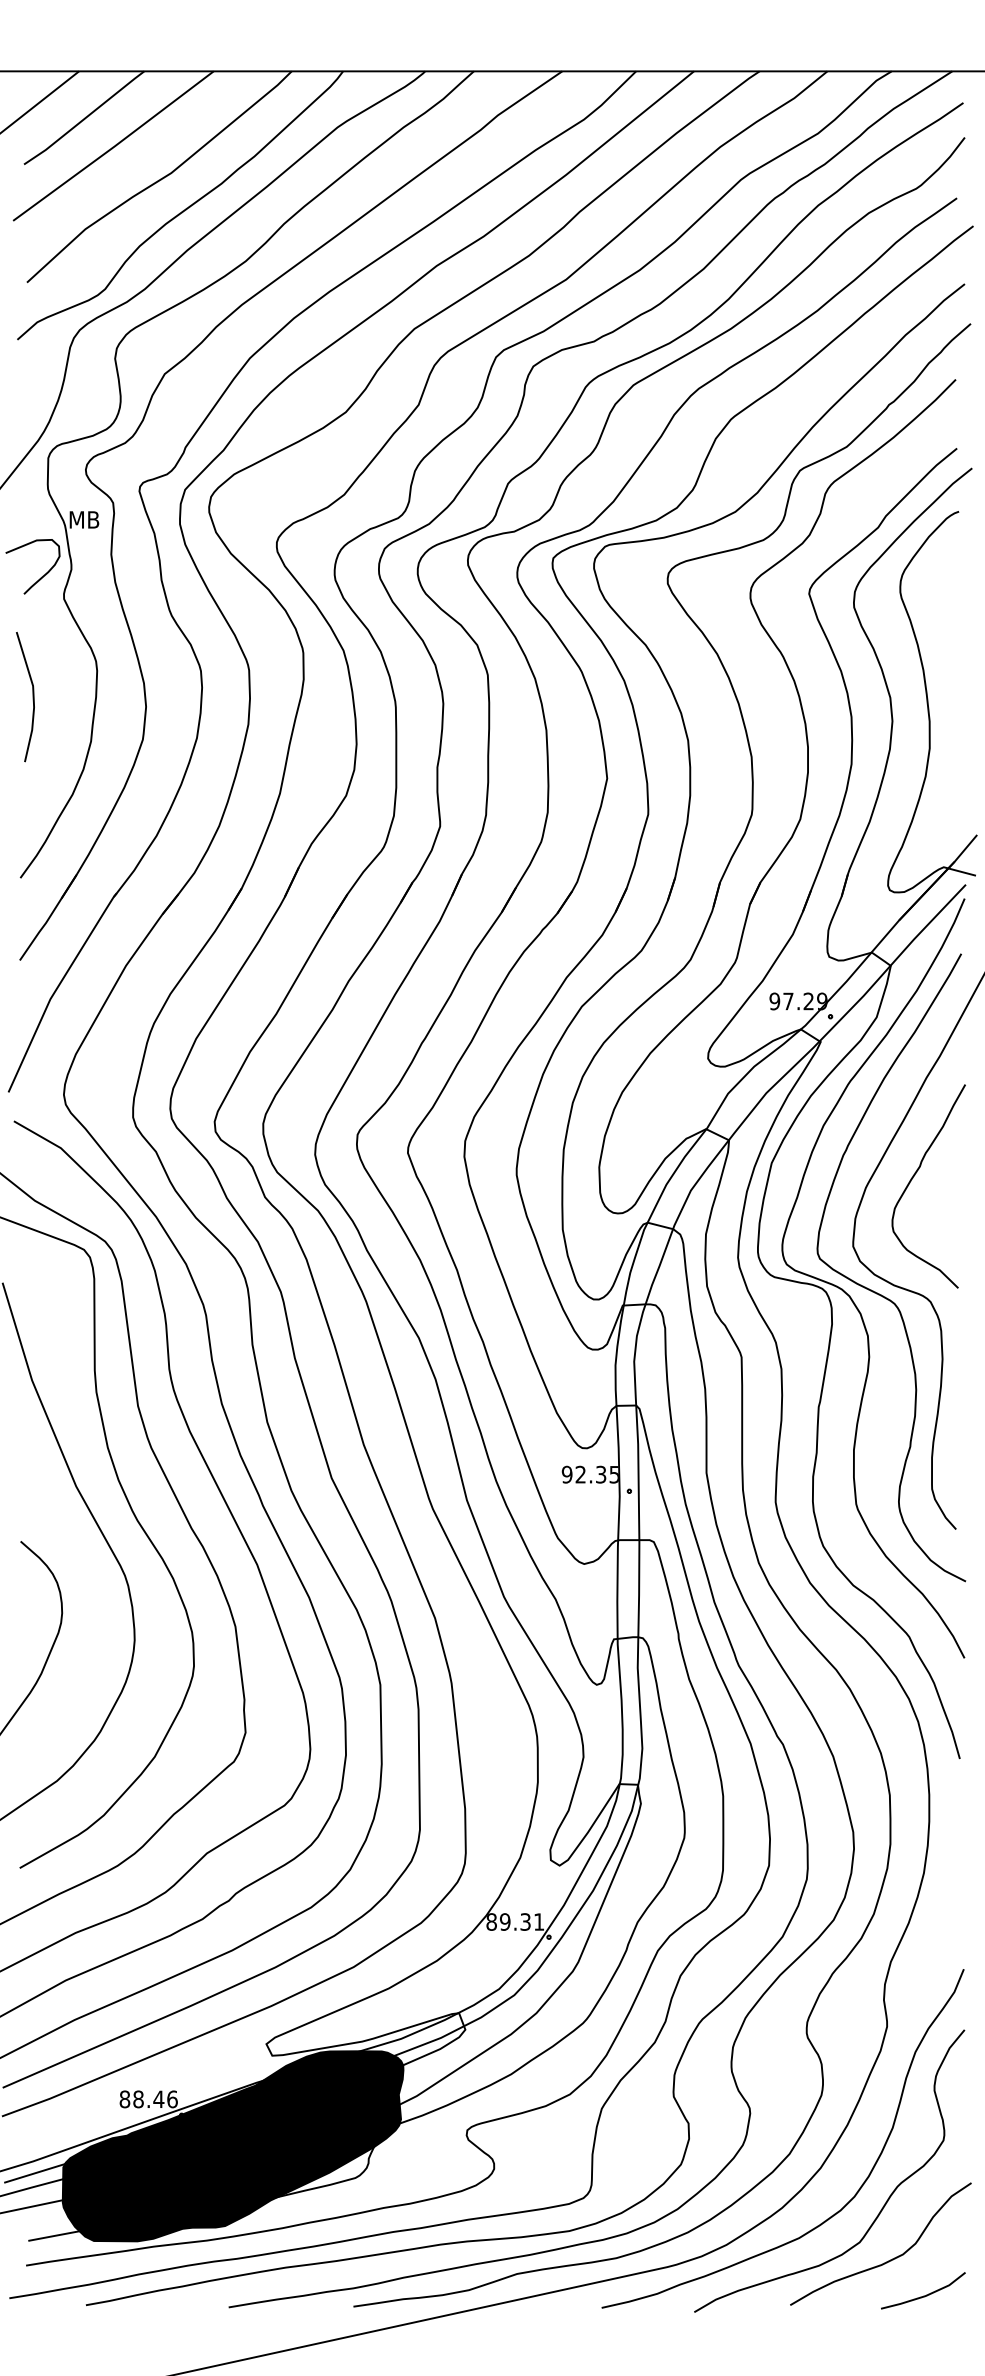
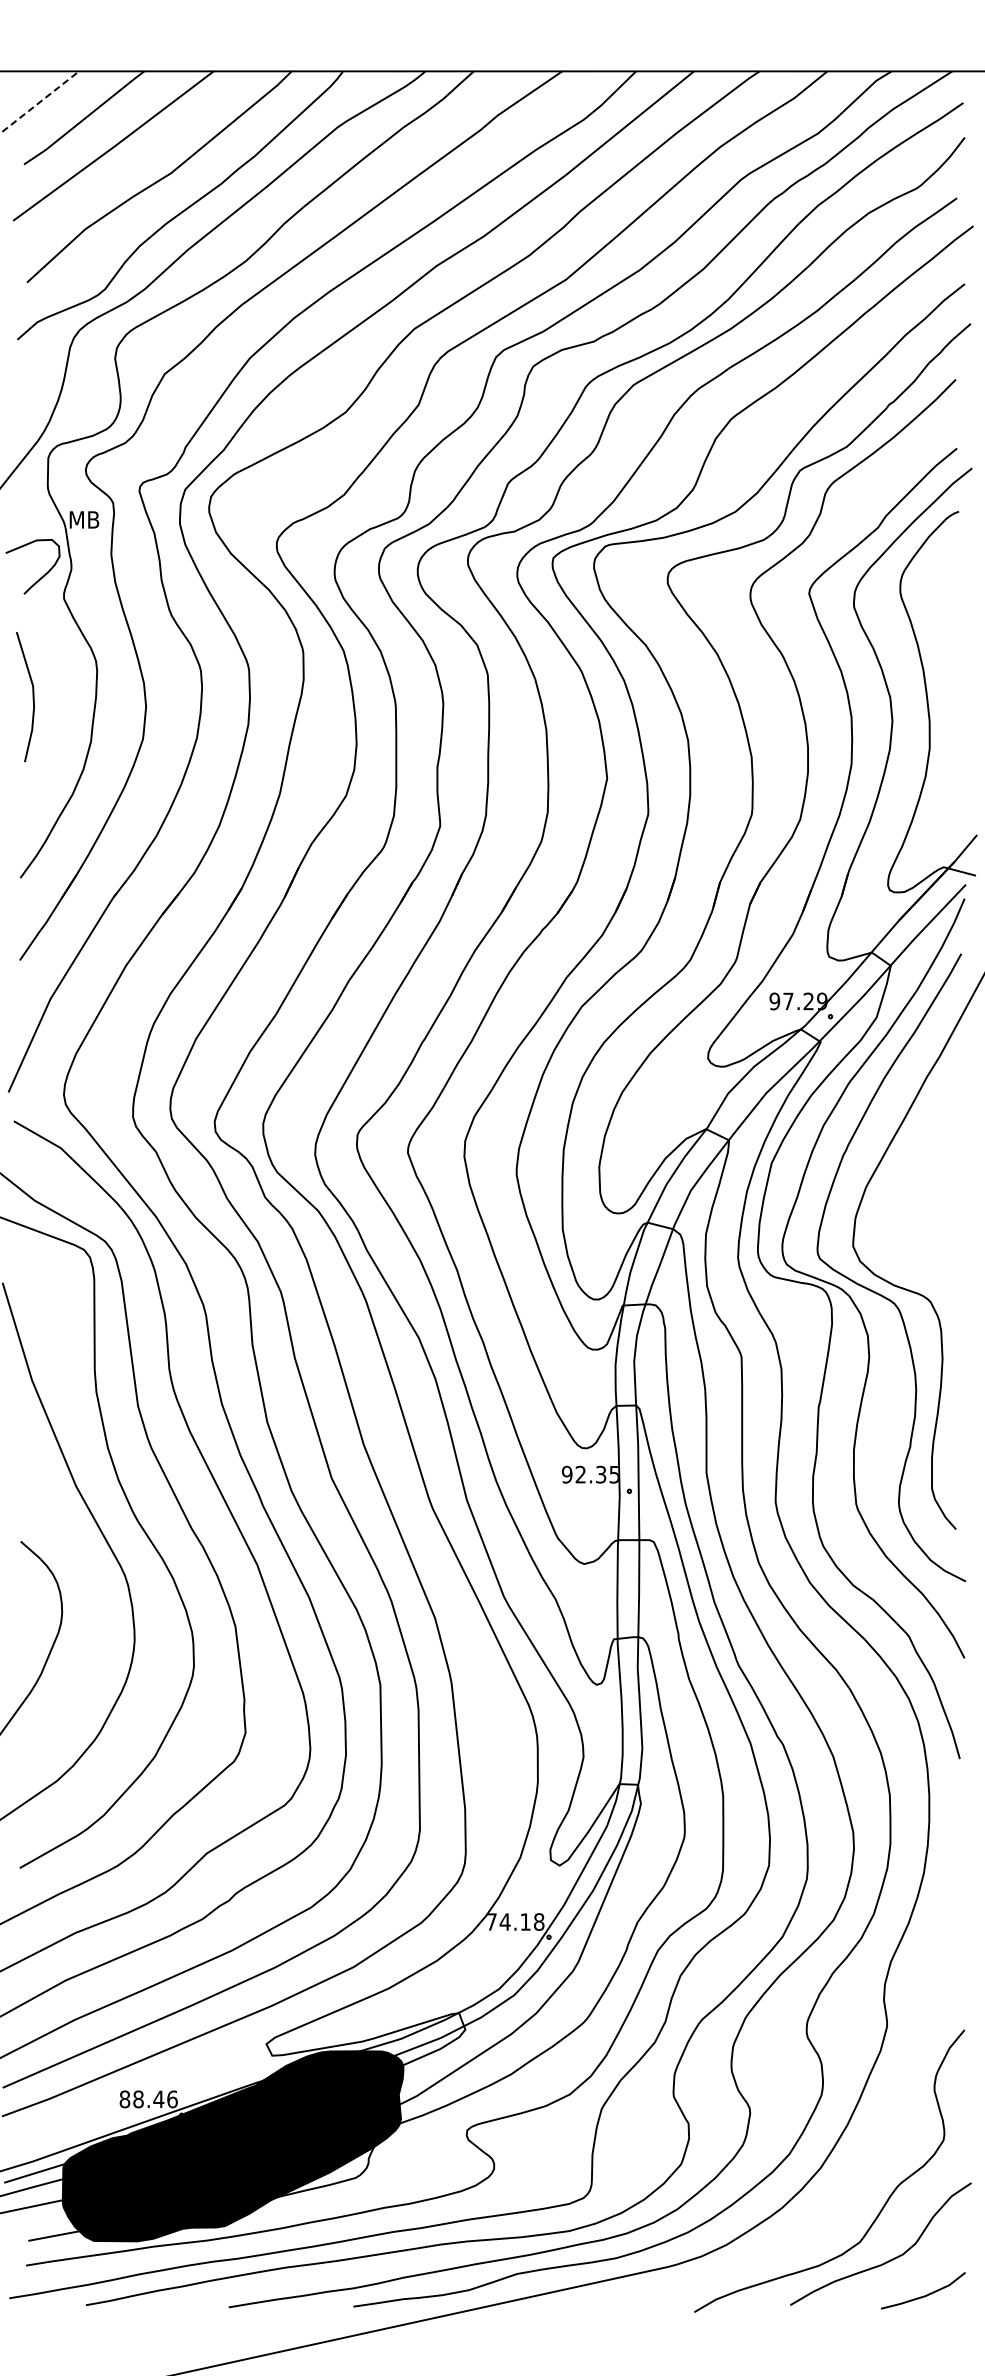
line at (39, 102): solid -> dashed
curve at (913, 1178): present -> none
text at (515, 1921): 89.31 -> 74.18
curve at (854, 2194): present -> none
